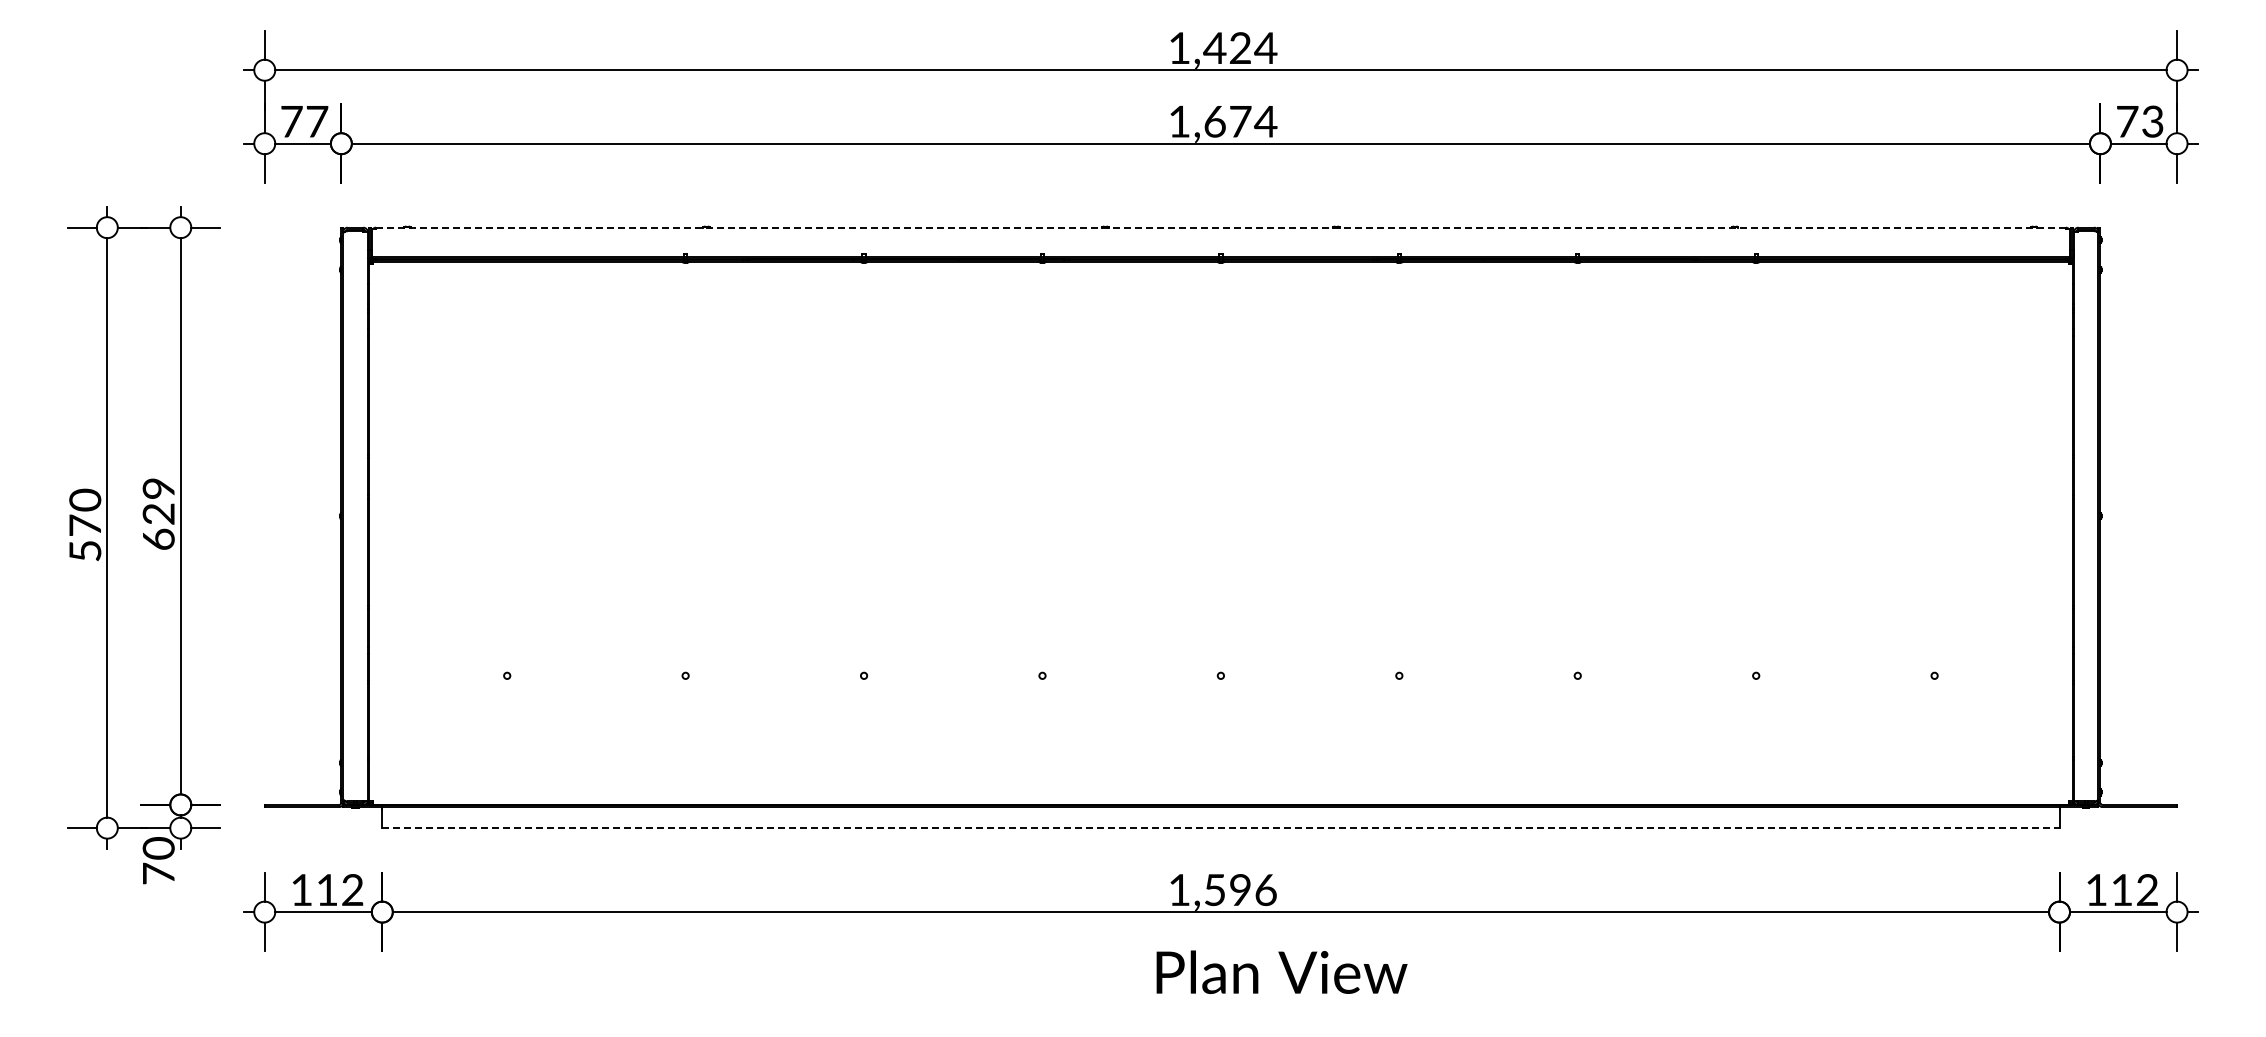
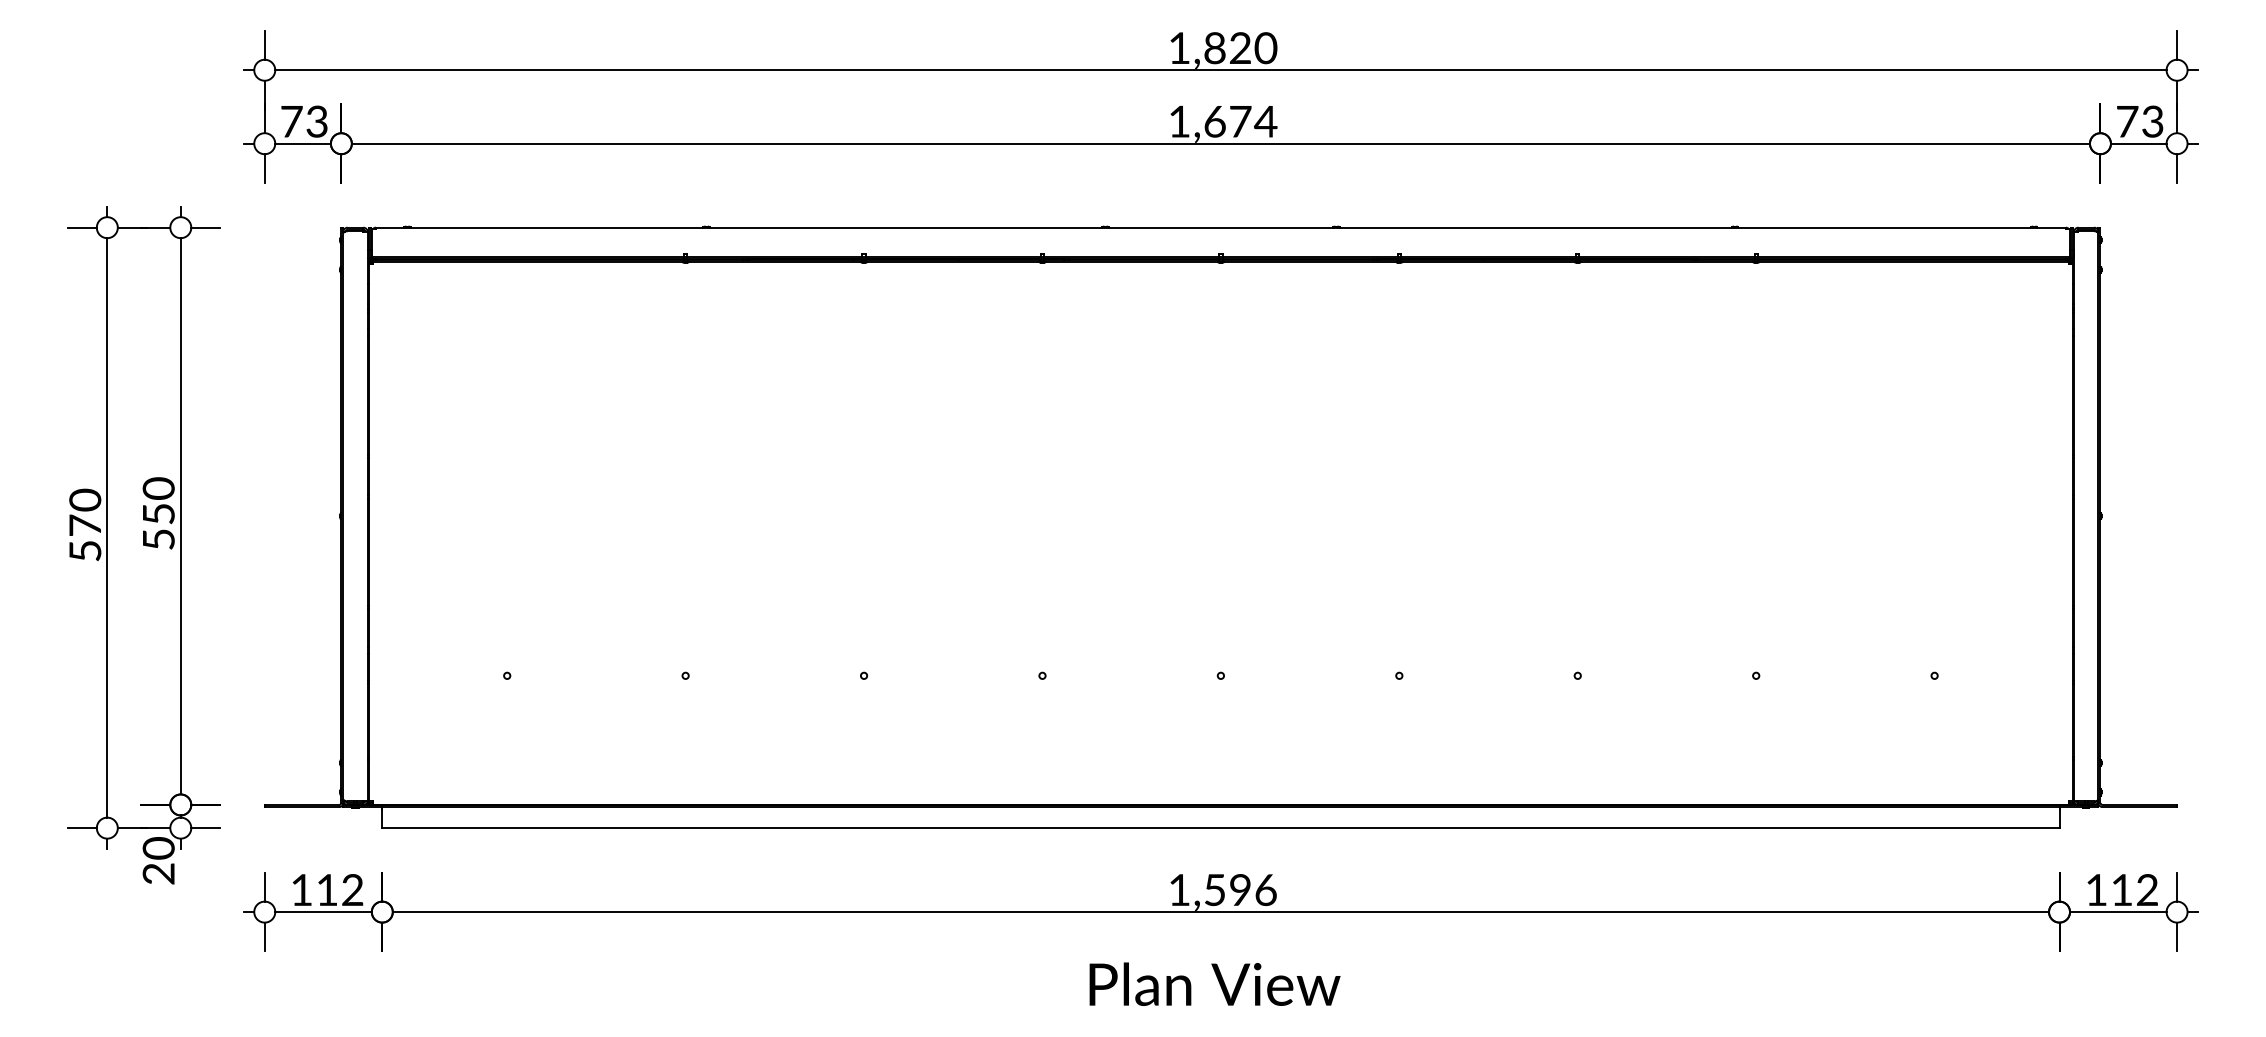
text at (1240, 48): 1,424 -> 1,820
text at (317, 121): 77 -> 73
line at (1220, 227): dashed -> solid
text at (158, 513): 629 -> 550
line at (1220, 828): dashed -> solid
text at (158, 873): 70 -> 20
text at (1281, 971) position: (1281, 971) -> (1214, 983)
